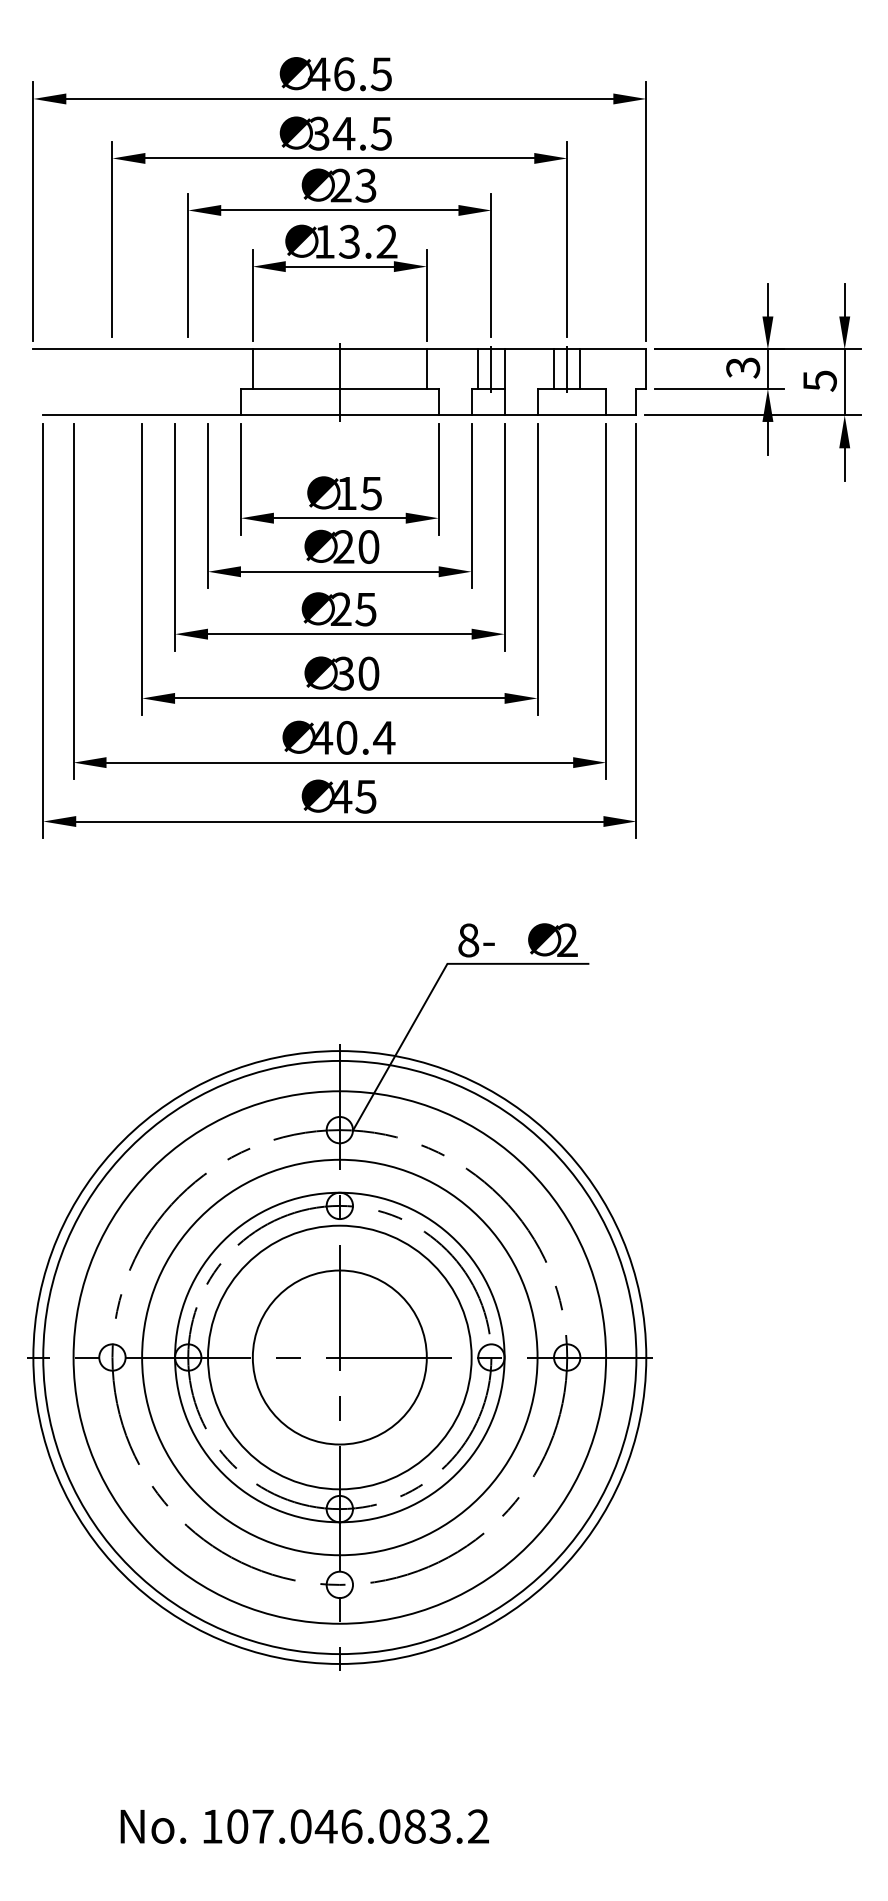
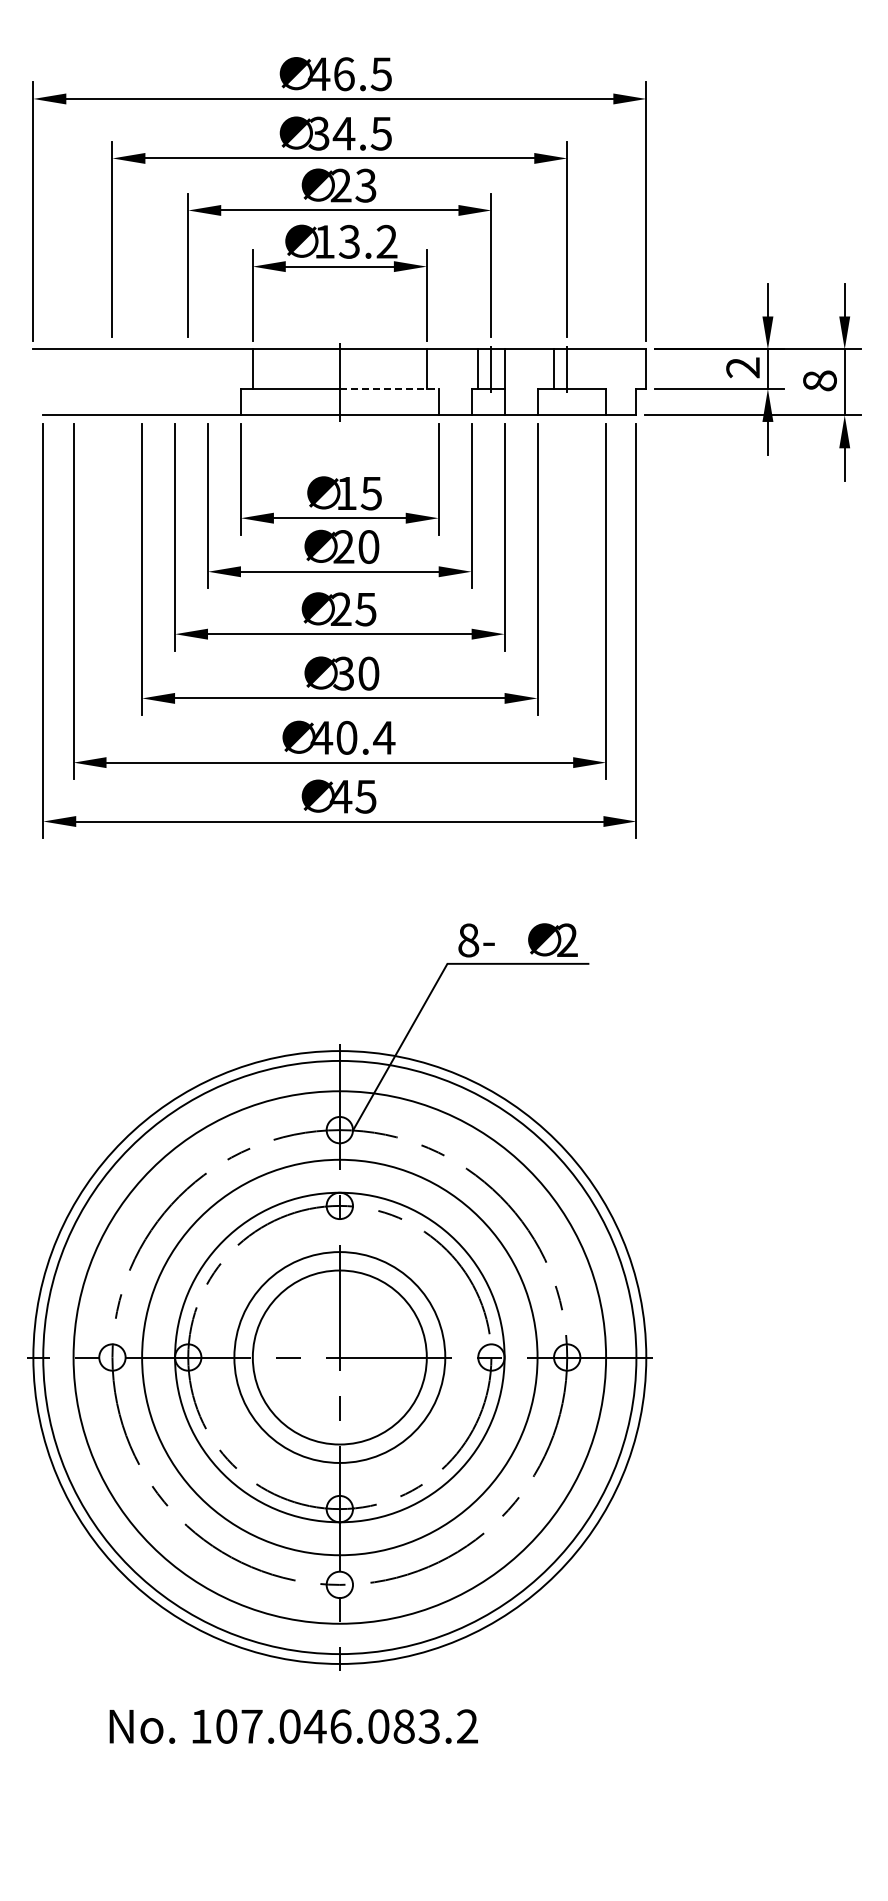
text at (743, 367): 3 -> 2
line at (580, 369): present -> none
text at (819, 380): 5 -> 8
line at (389, 389): solid -> dashed
circle at (339, 1357) diameter: 264 px -> 211 px
text at (304, 1826) position: (304, 1826) -> (293, 1726)
